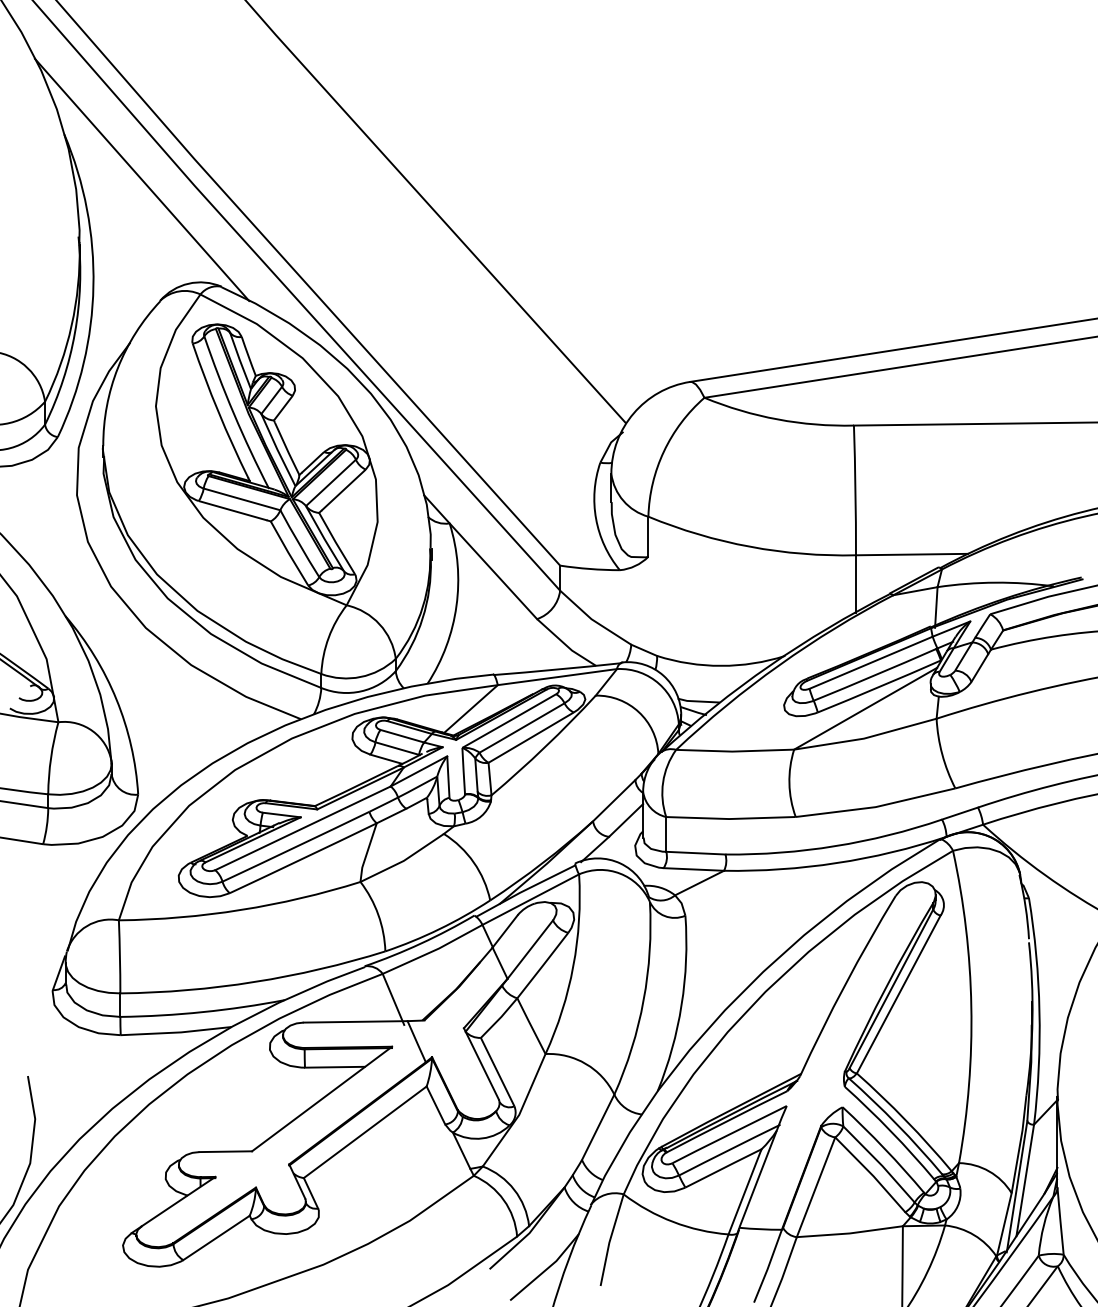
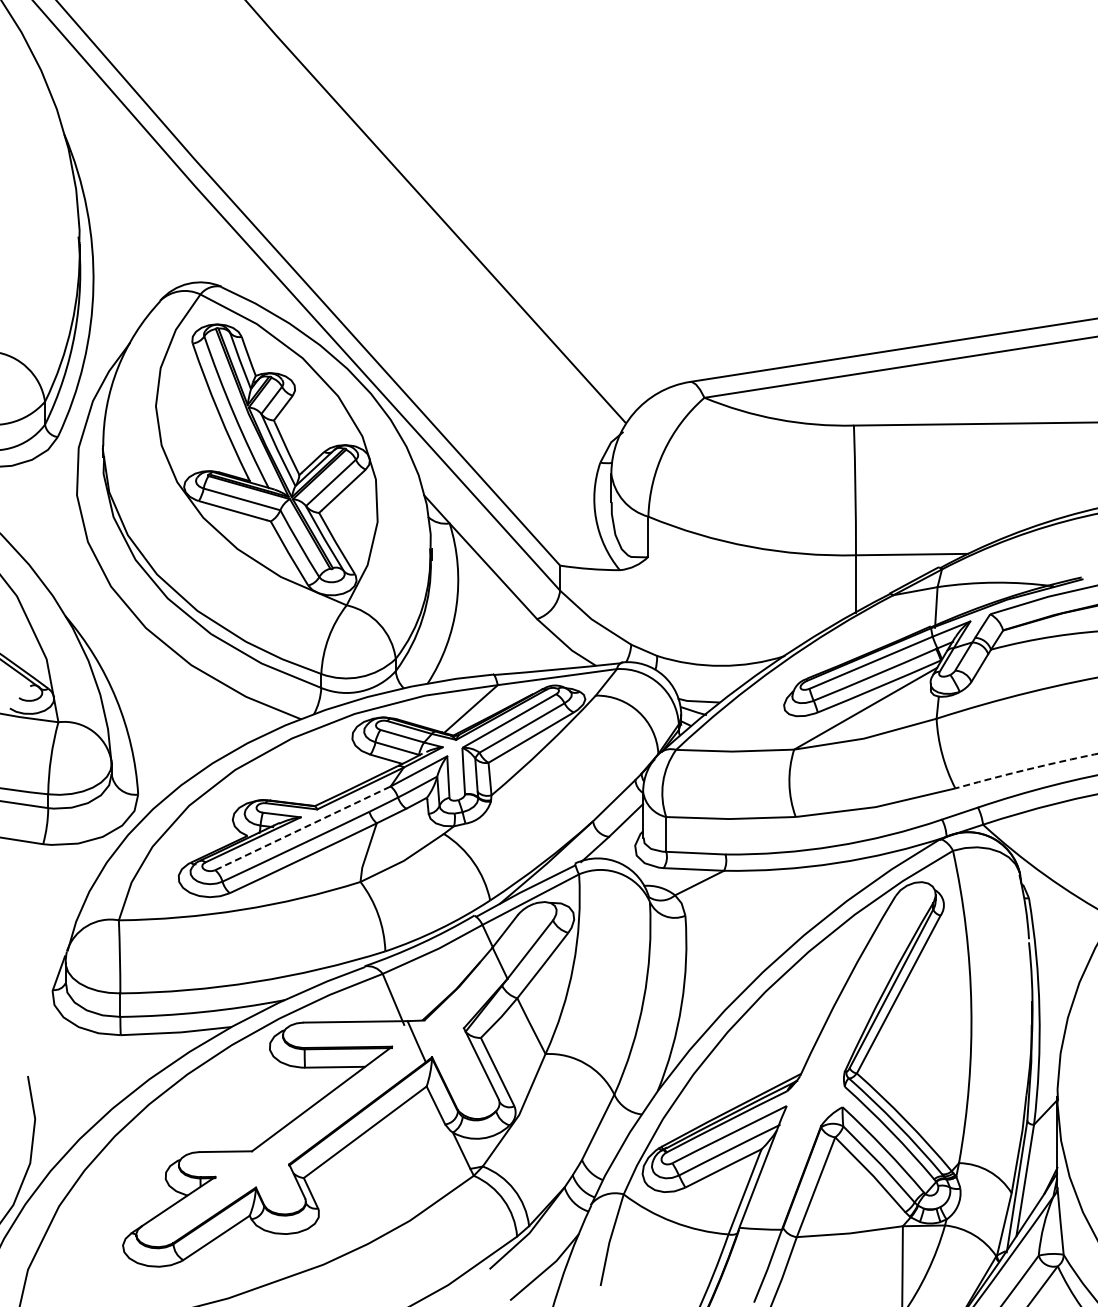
line at (141, 179): present -> none
arc at (1025, 770): solid -> dashed
line at (303, 828): solid -> dashed
